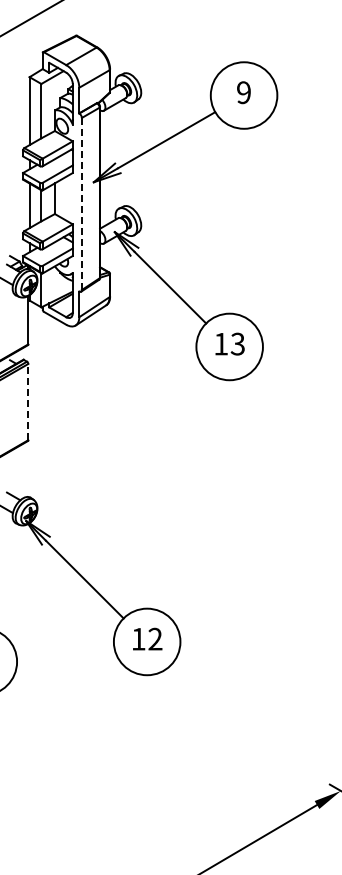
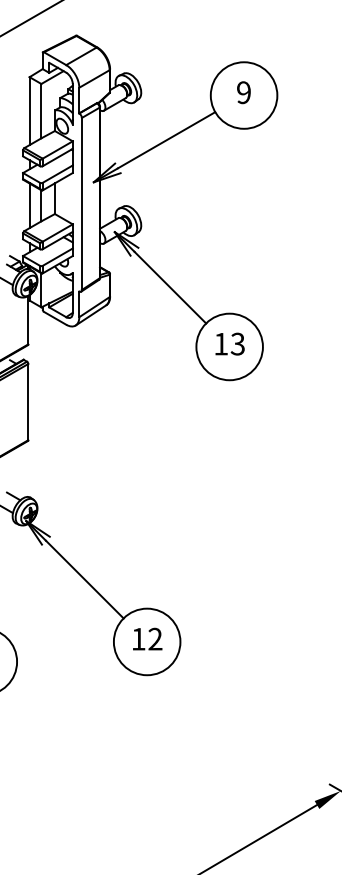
line at (81, 203): dashed -> solid
line at (28, 401): dashed -> solid
